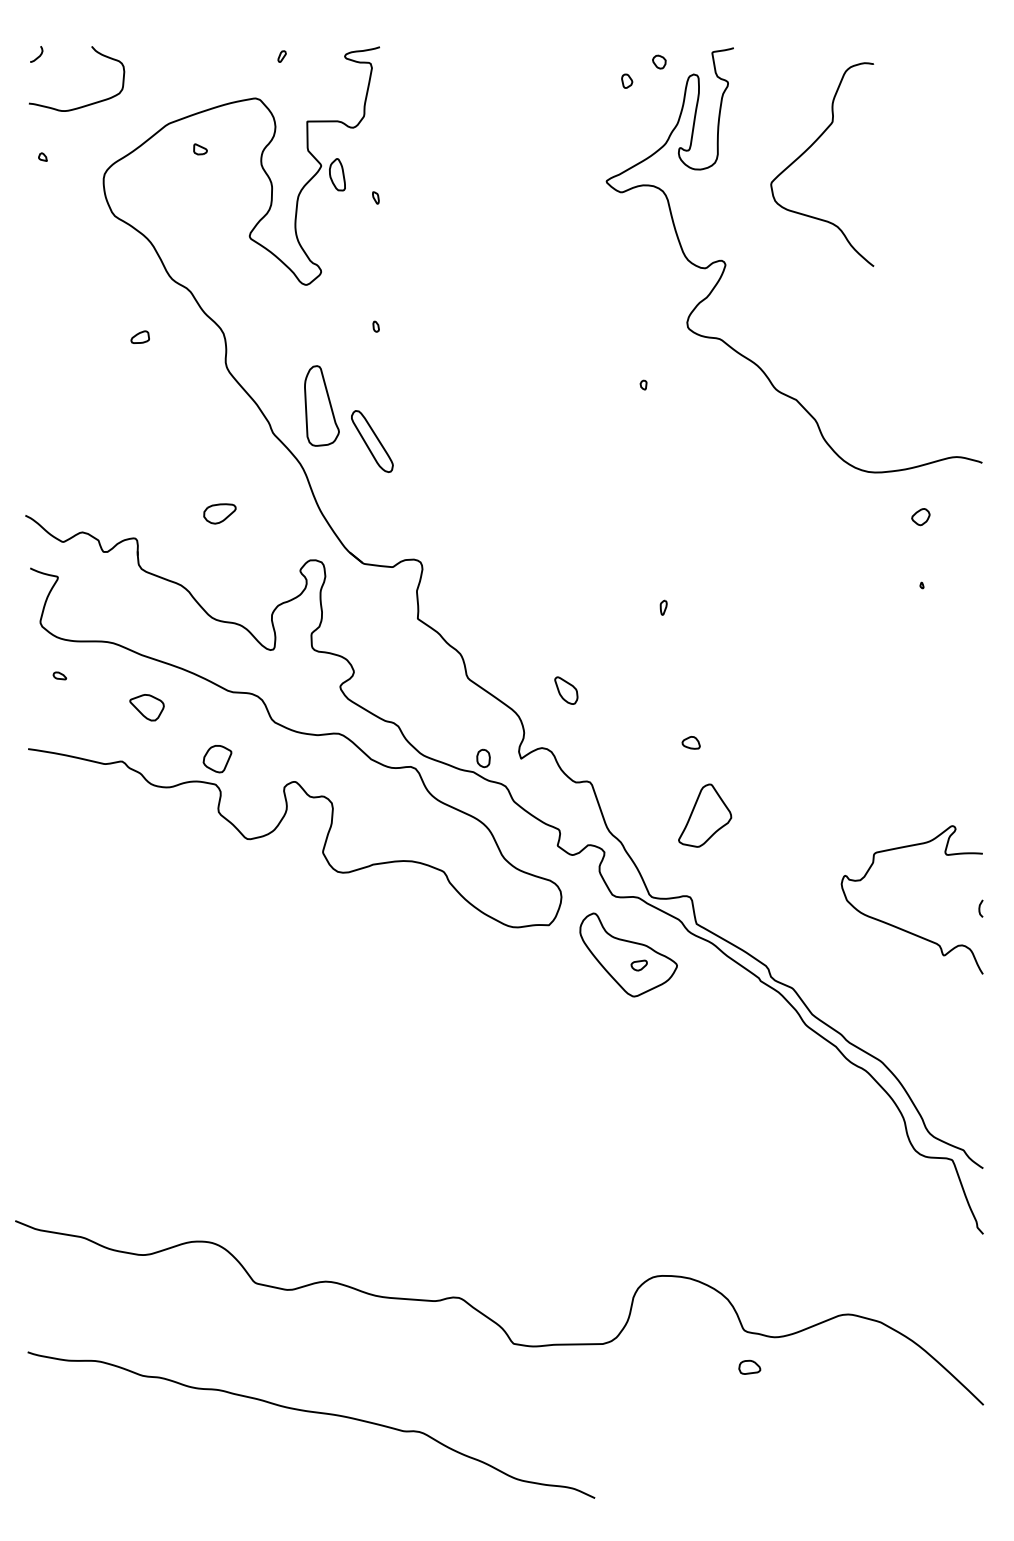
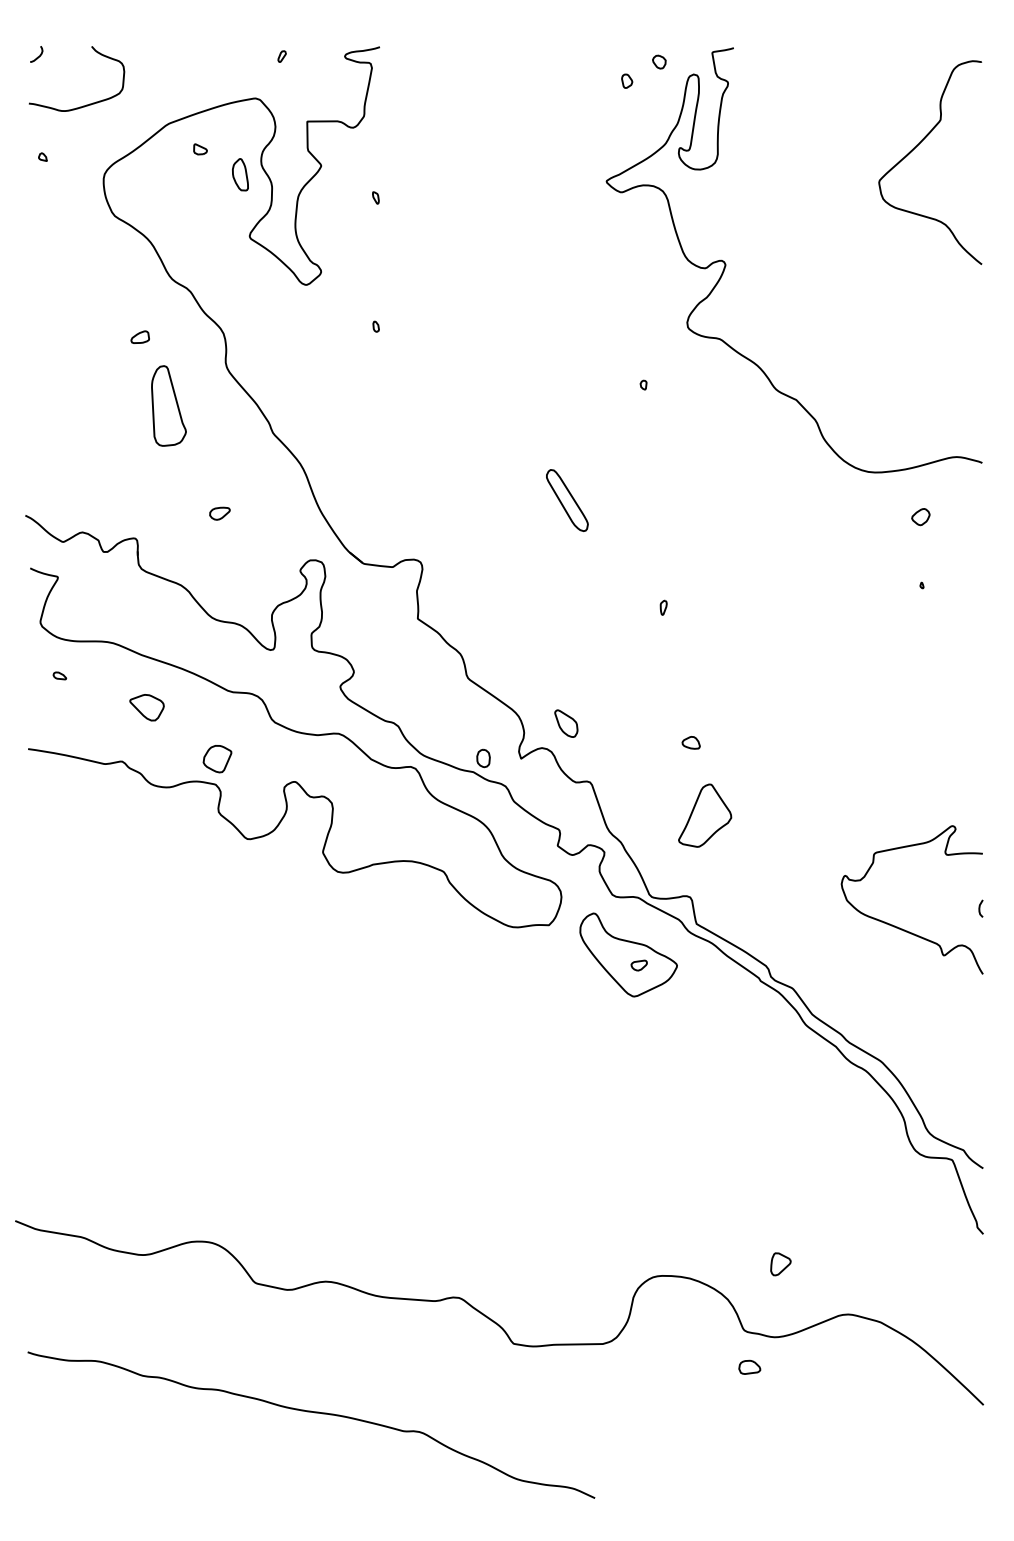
curve at (808, 149) position: (808, 149) -> (916, 147)
part at (337, 174) position: (337, 174) -> (240, 174)
part at (321, 405) position: (321, 405) -> (168, 405)
part at (372, 441) position: (372, 441) -> (567, 500)
part at (219, 513) size: 34x22 px -> 22x15 px
part at (566, 690) position: (566, 690) -> (566, 723)
part at (780, 1264): none -> present
